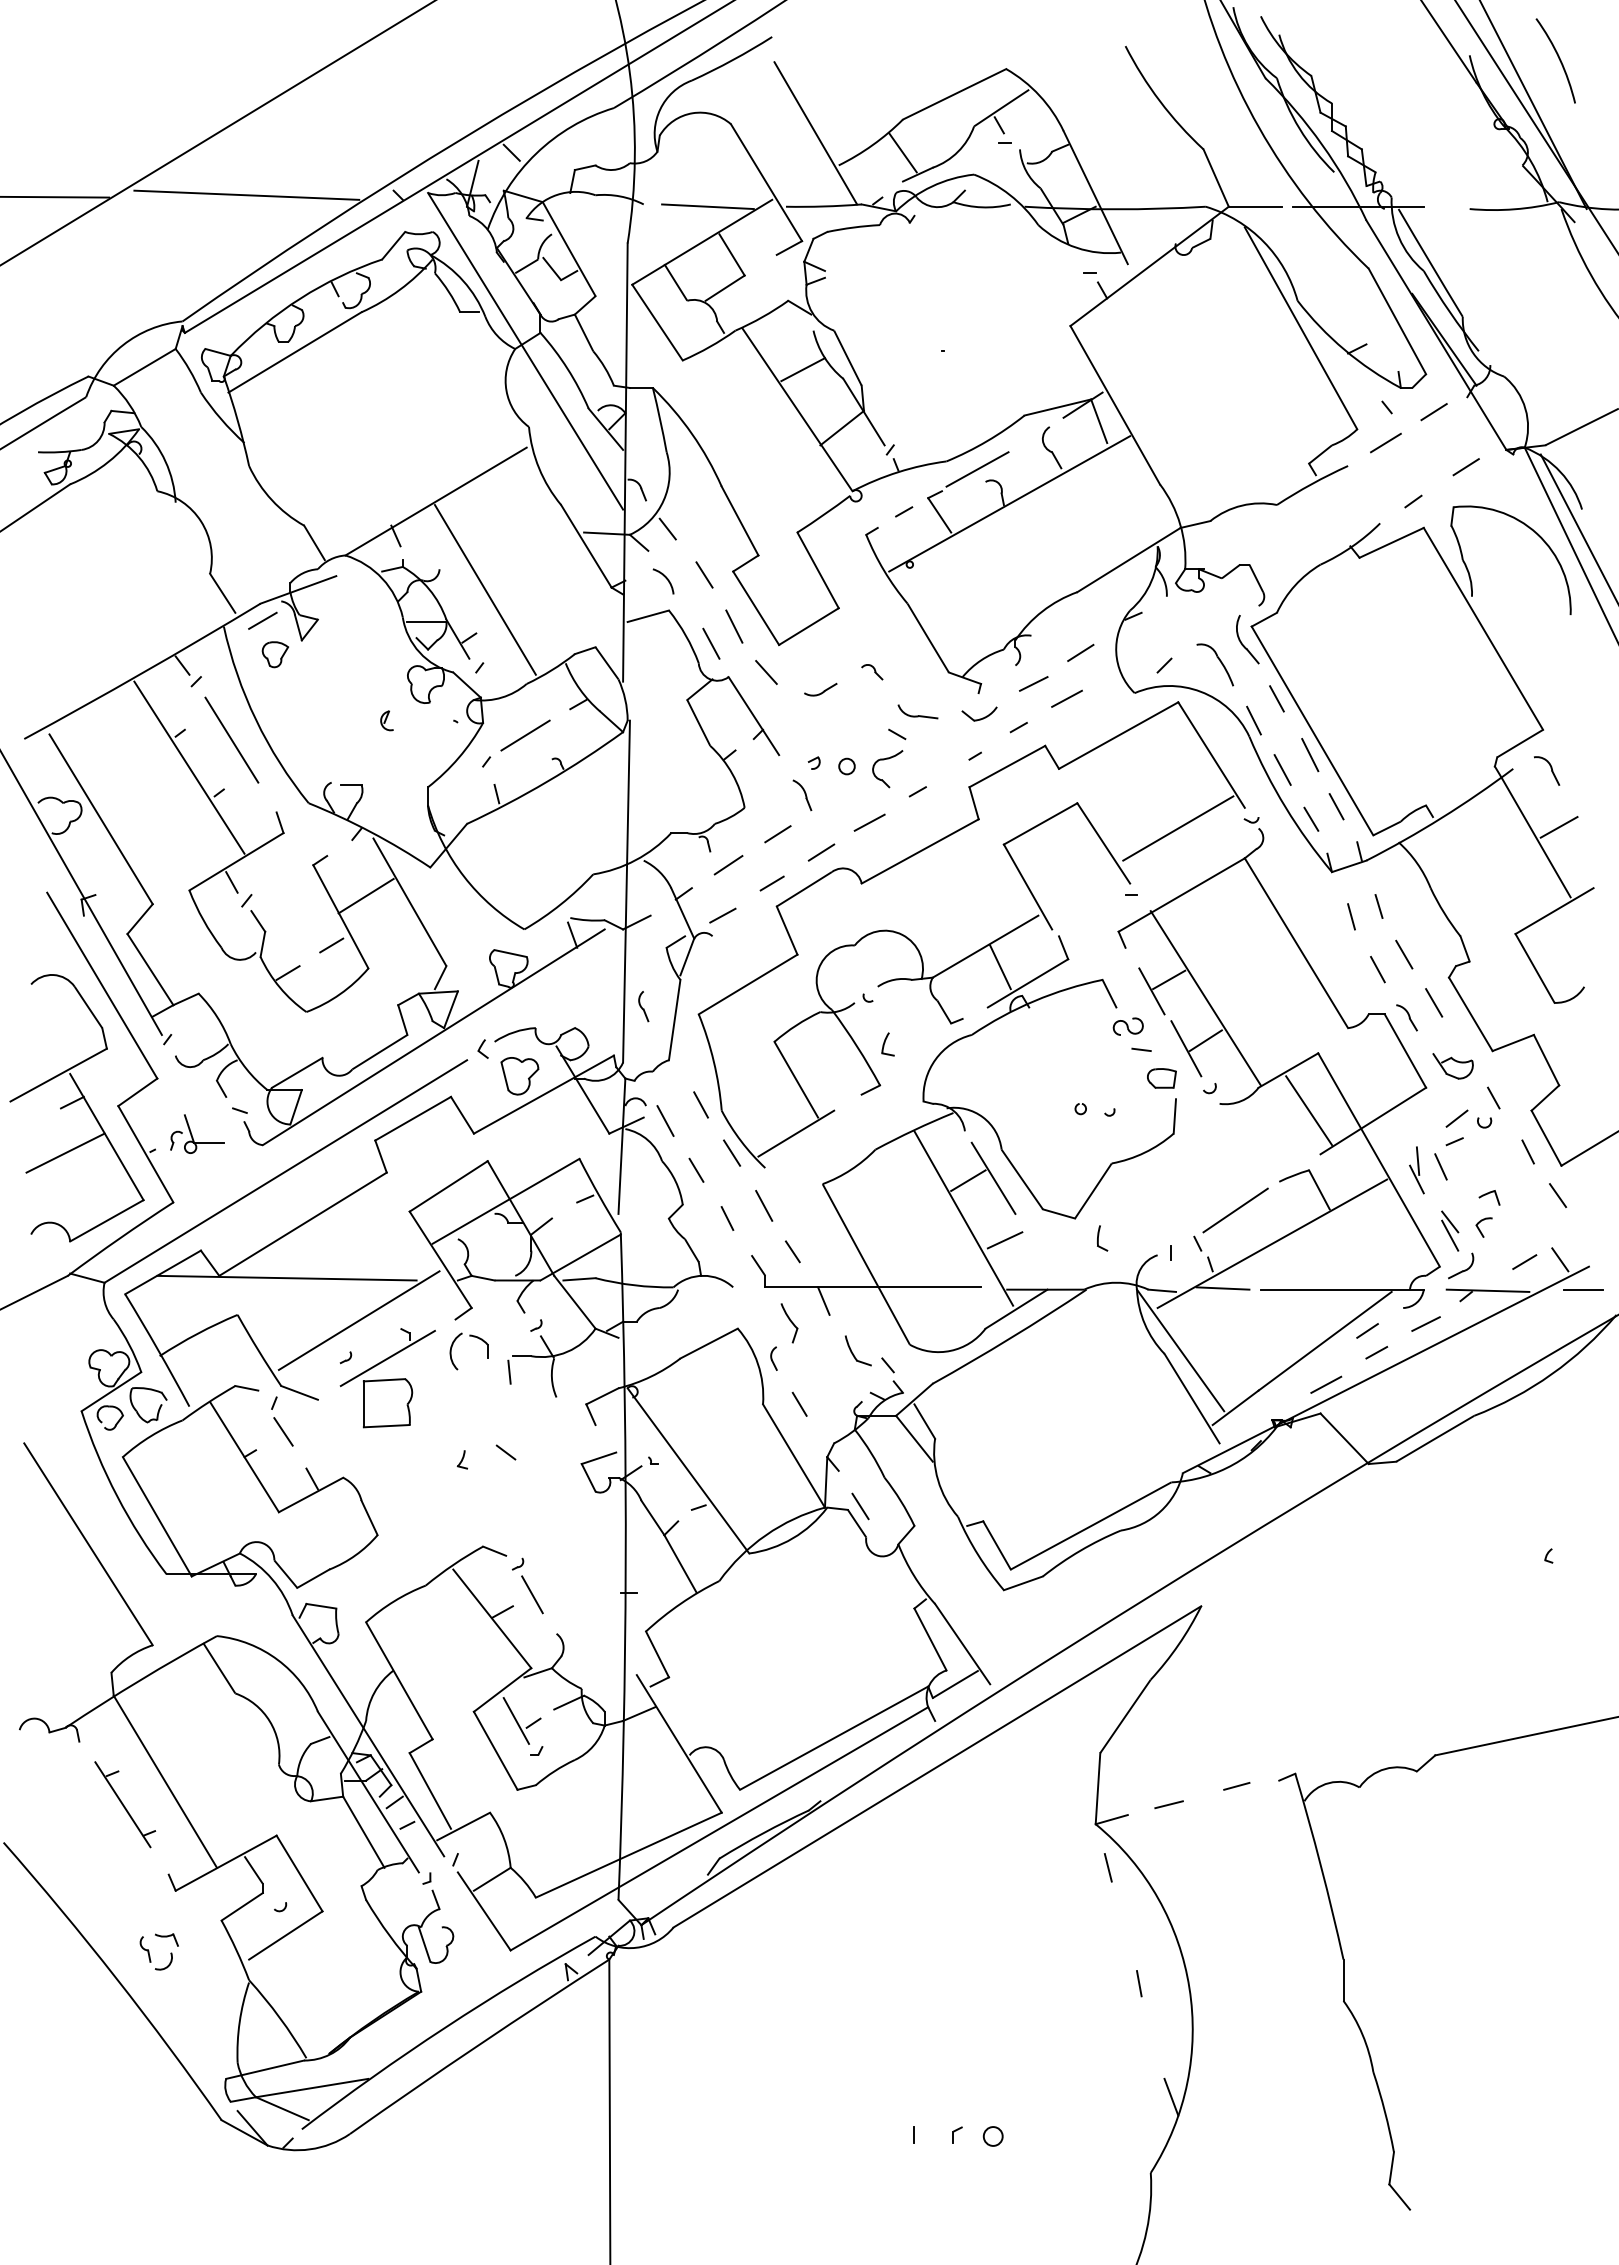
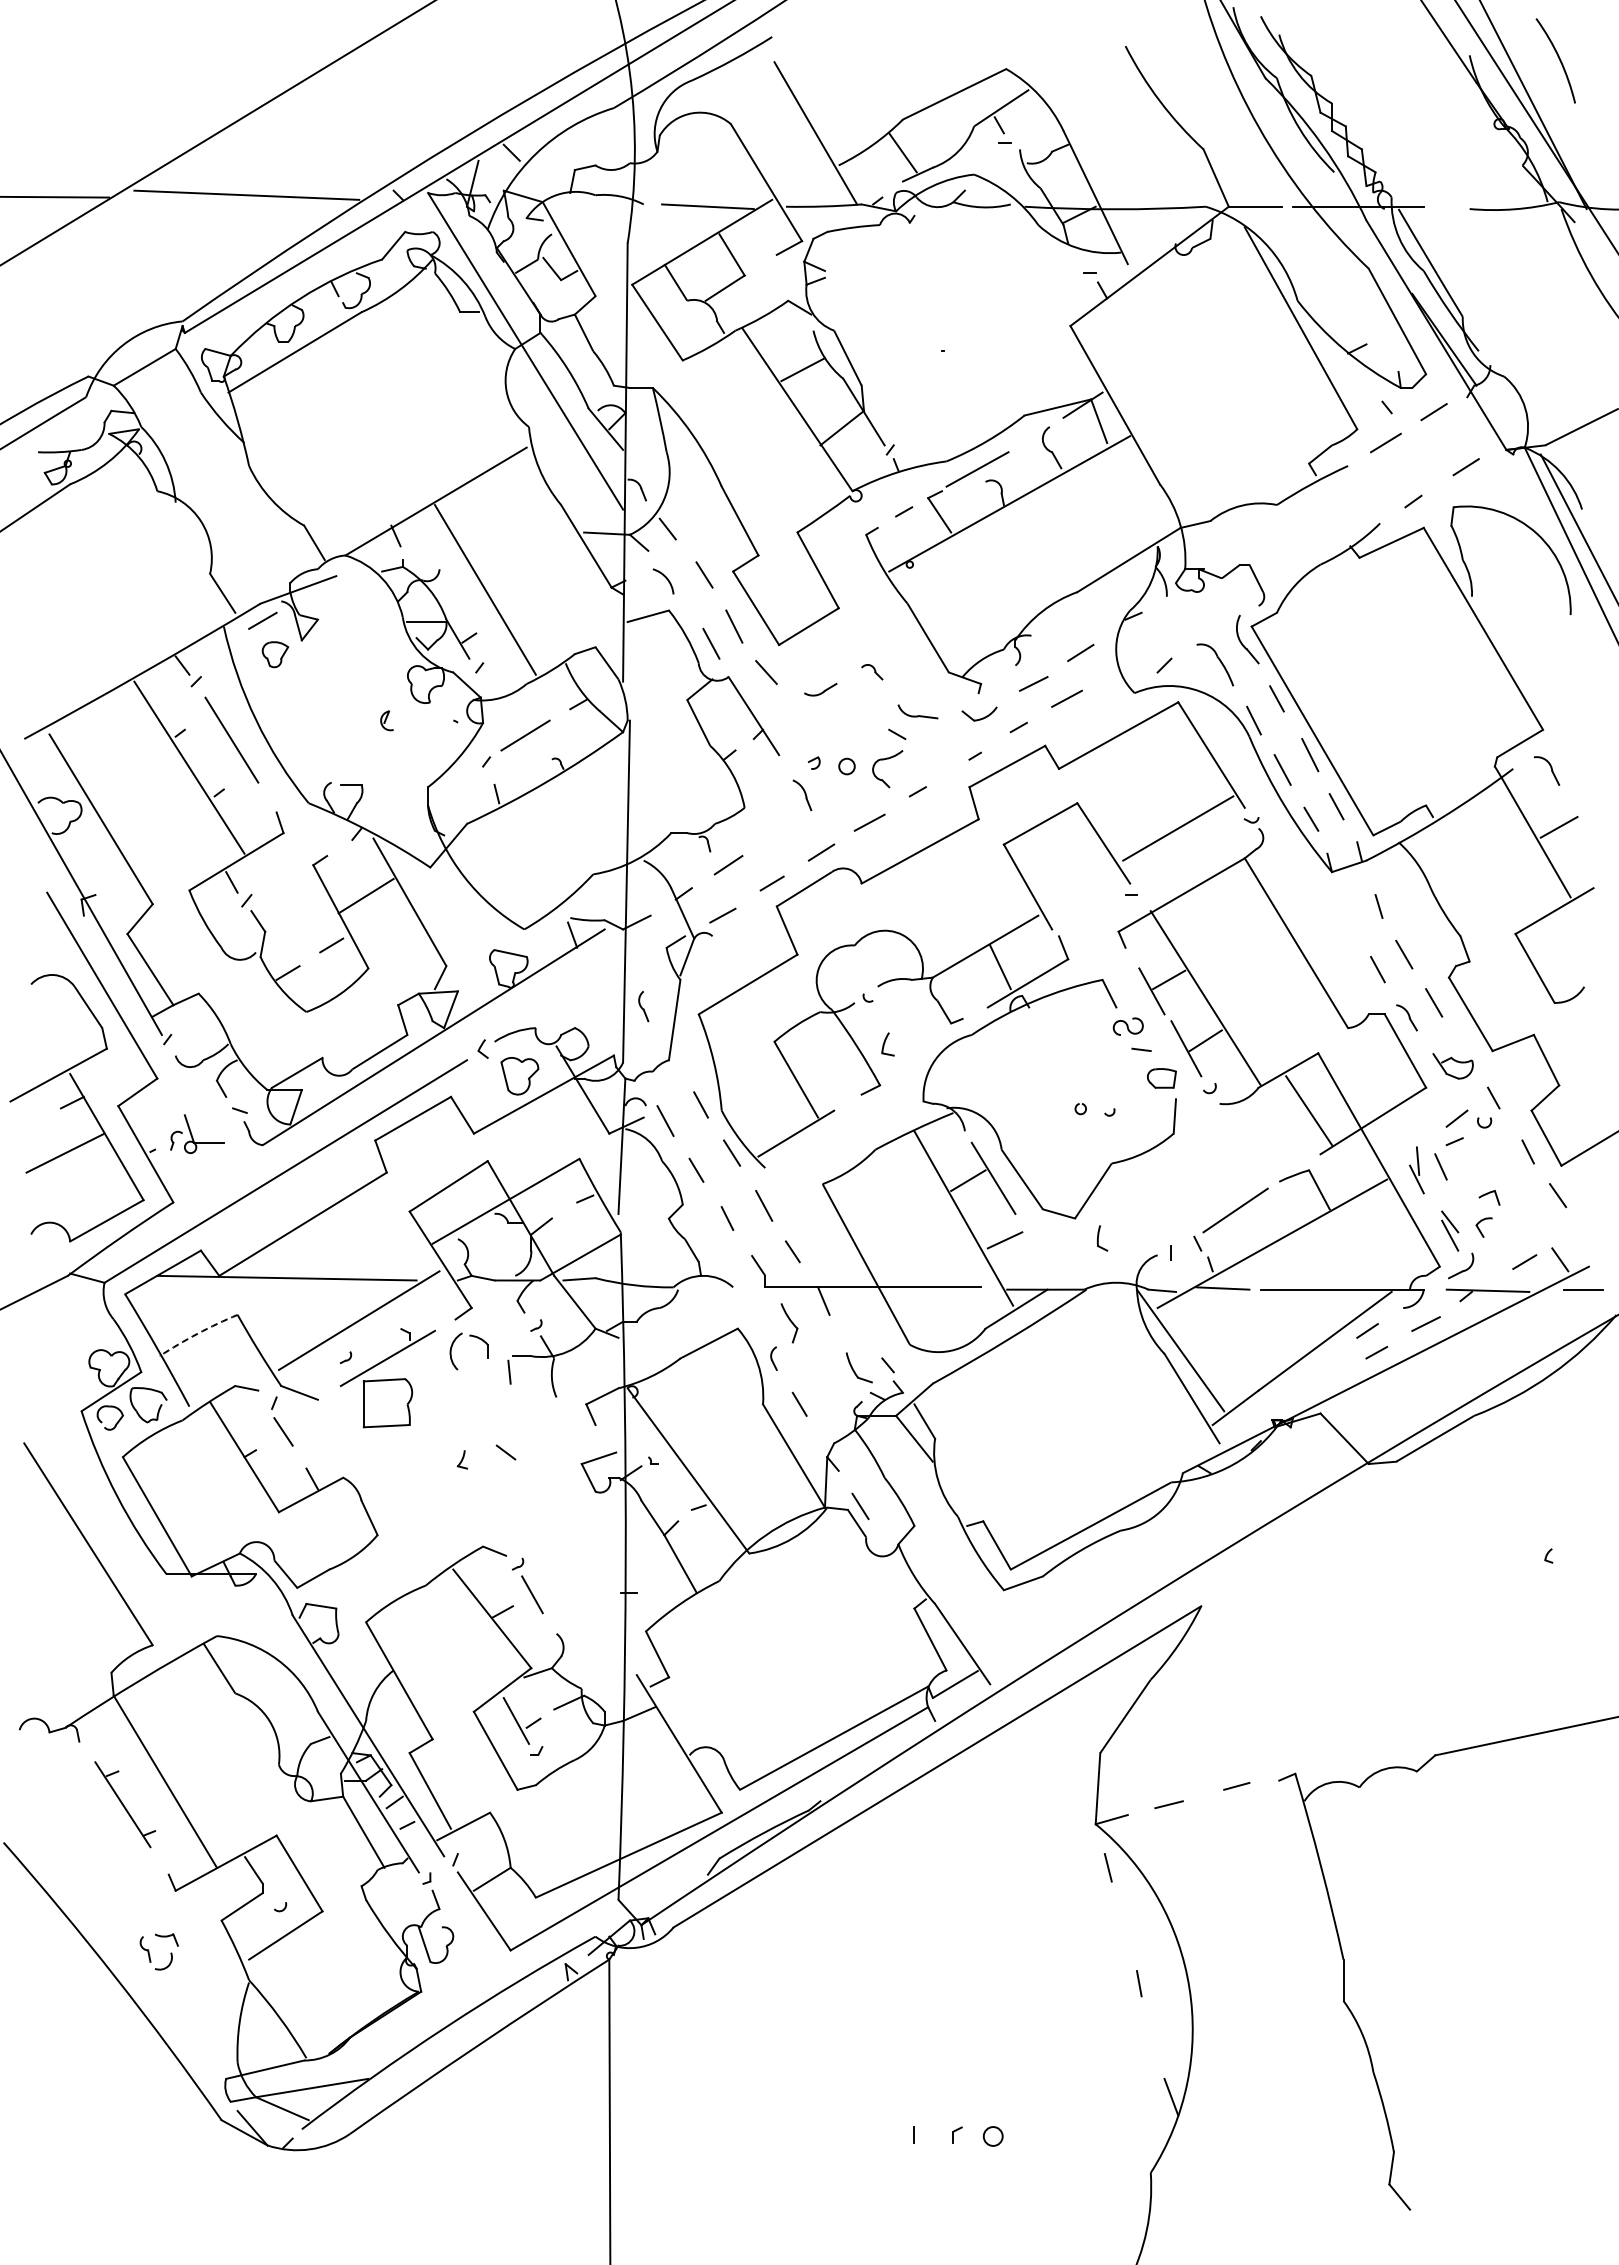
line at (777, 834): present -> none
line at (1351, 916): present -> none
arc at (197, 1333): solid -> dashed
part at (857, 1350) position: (857, 1350) -> (858, 1367)
line at (1326, 1384): present -> none
